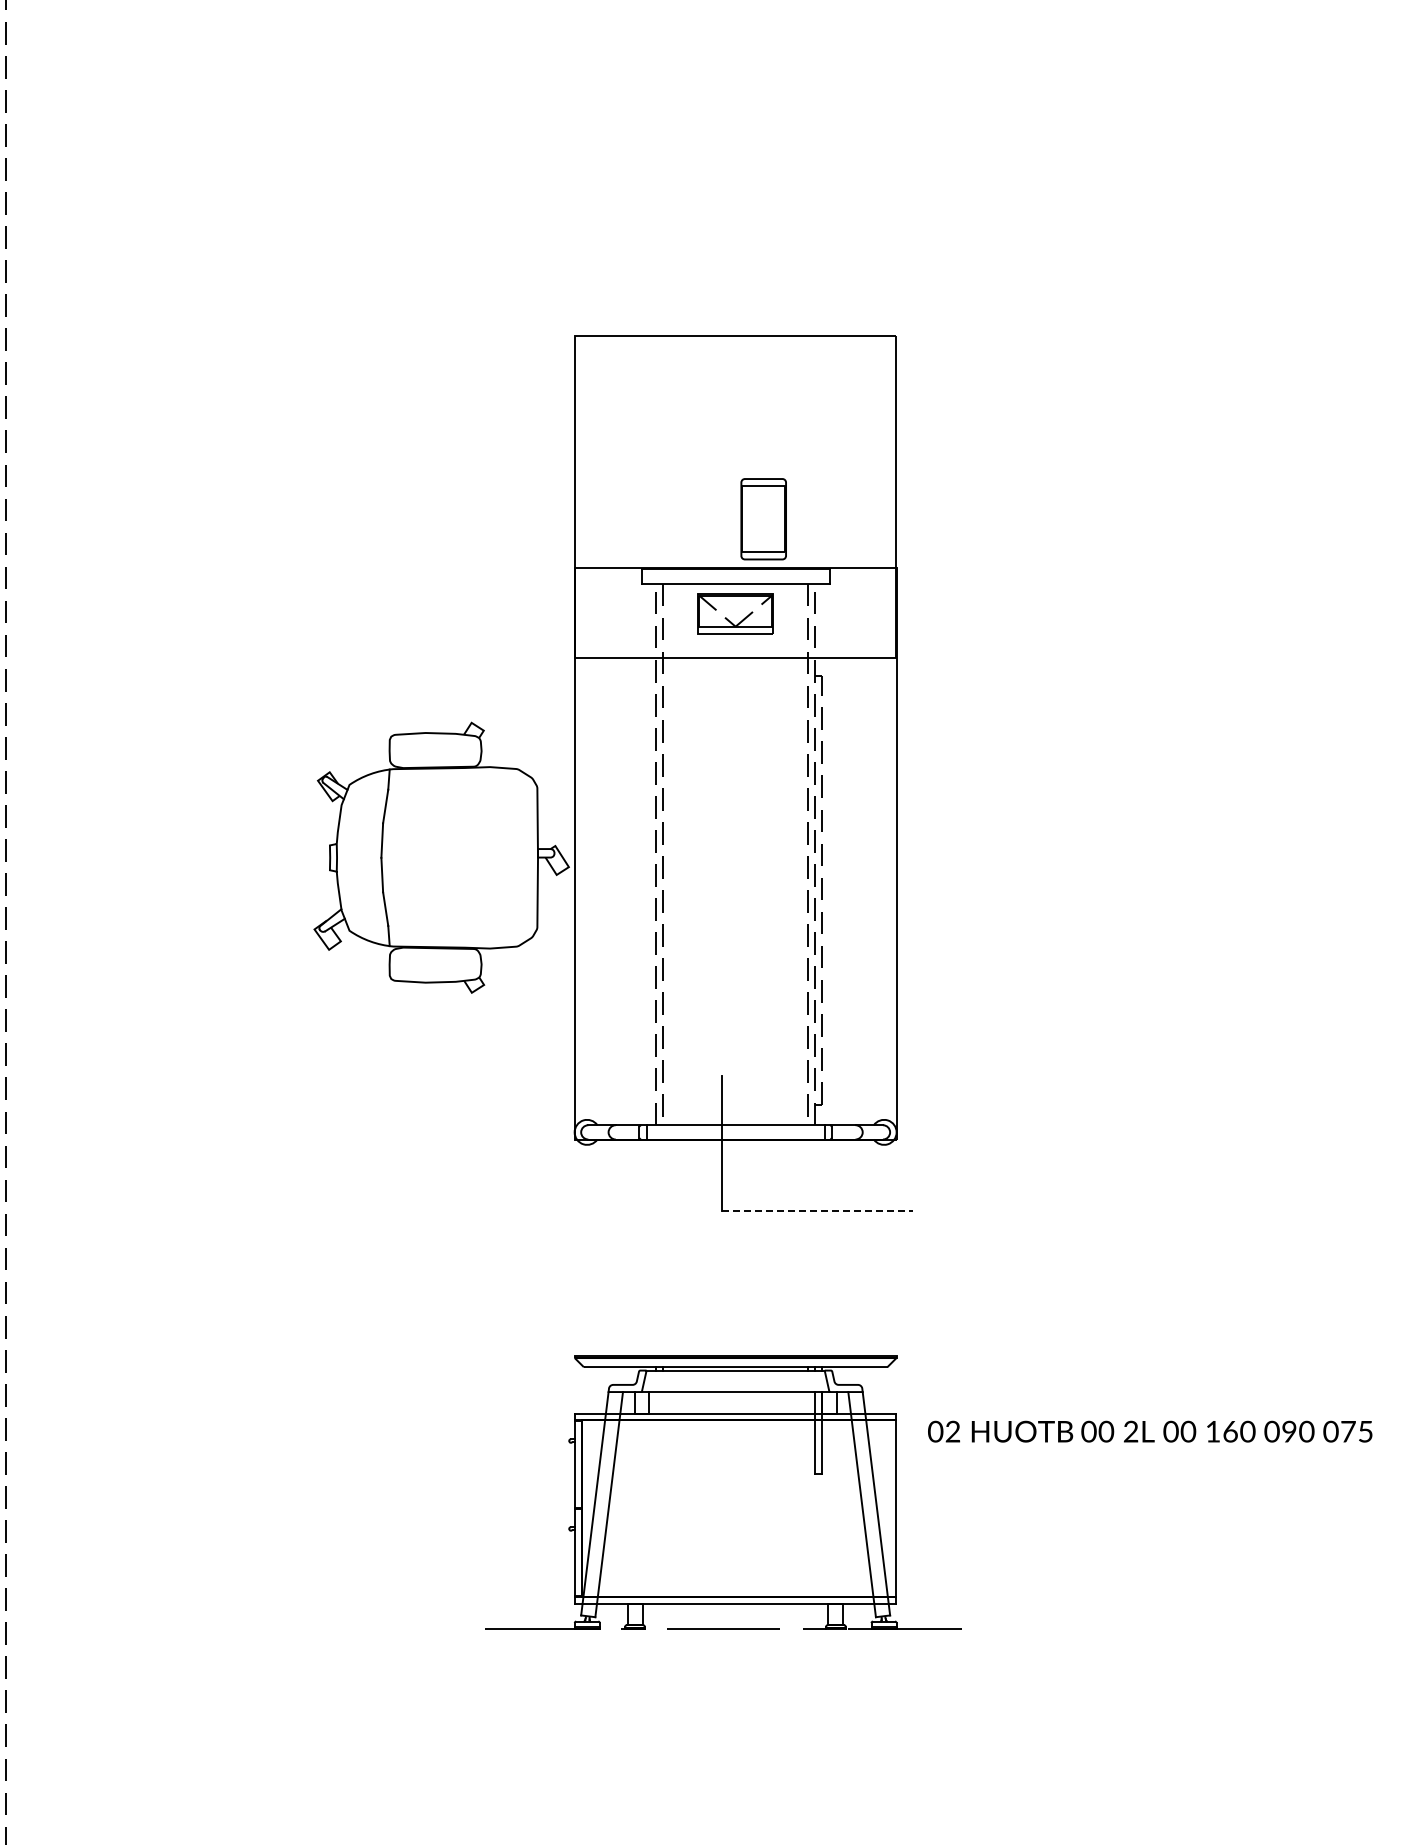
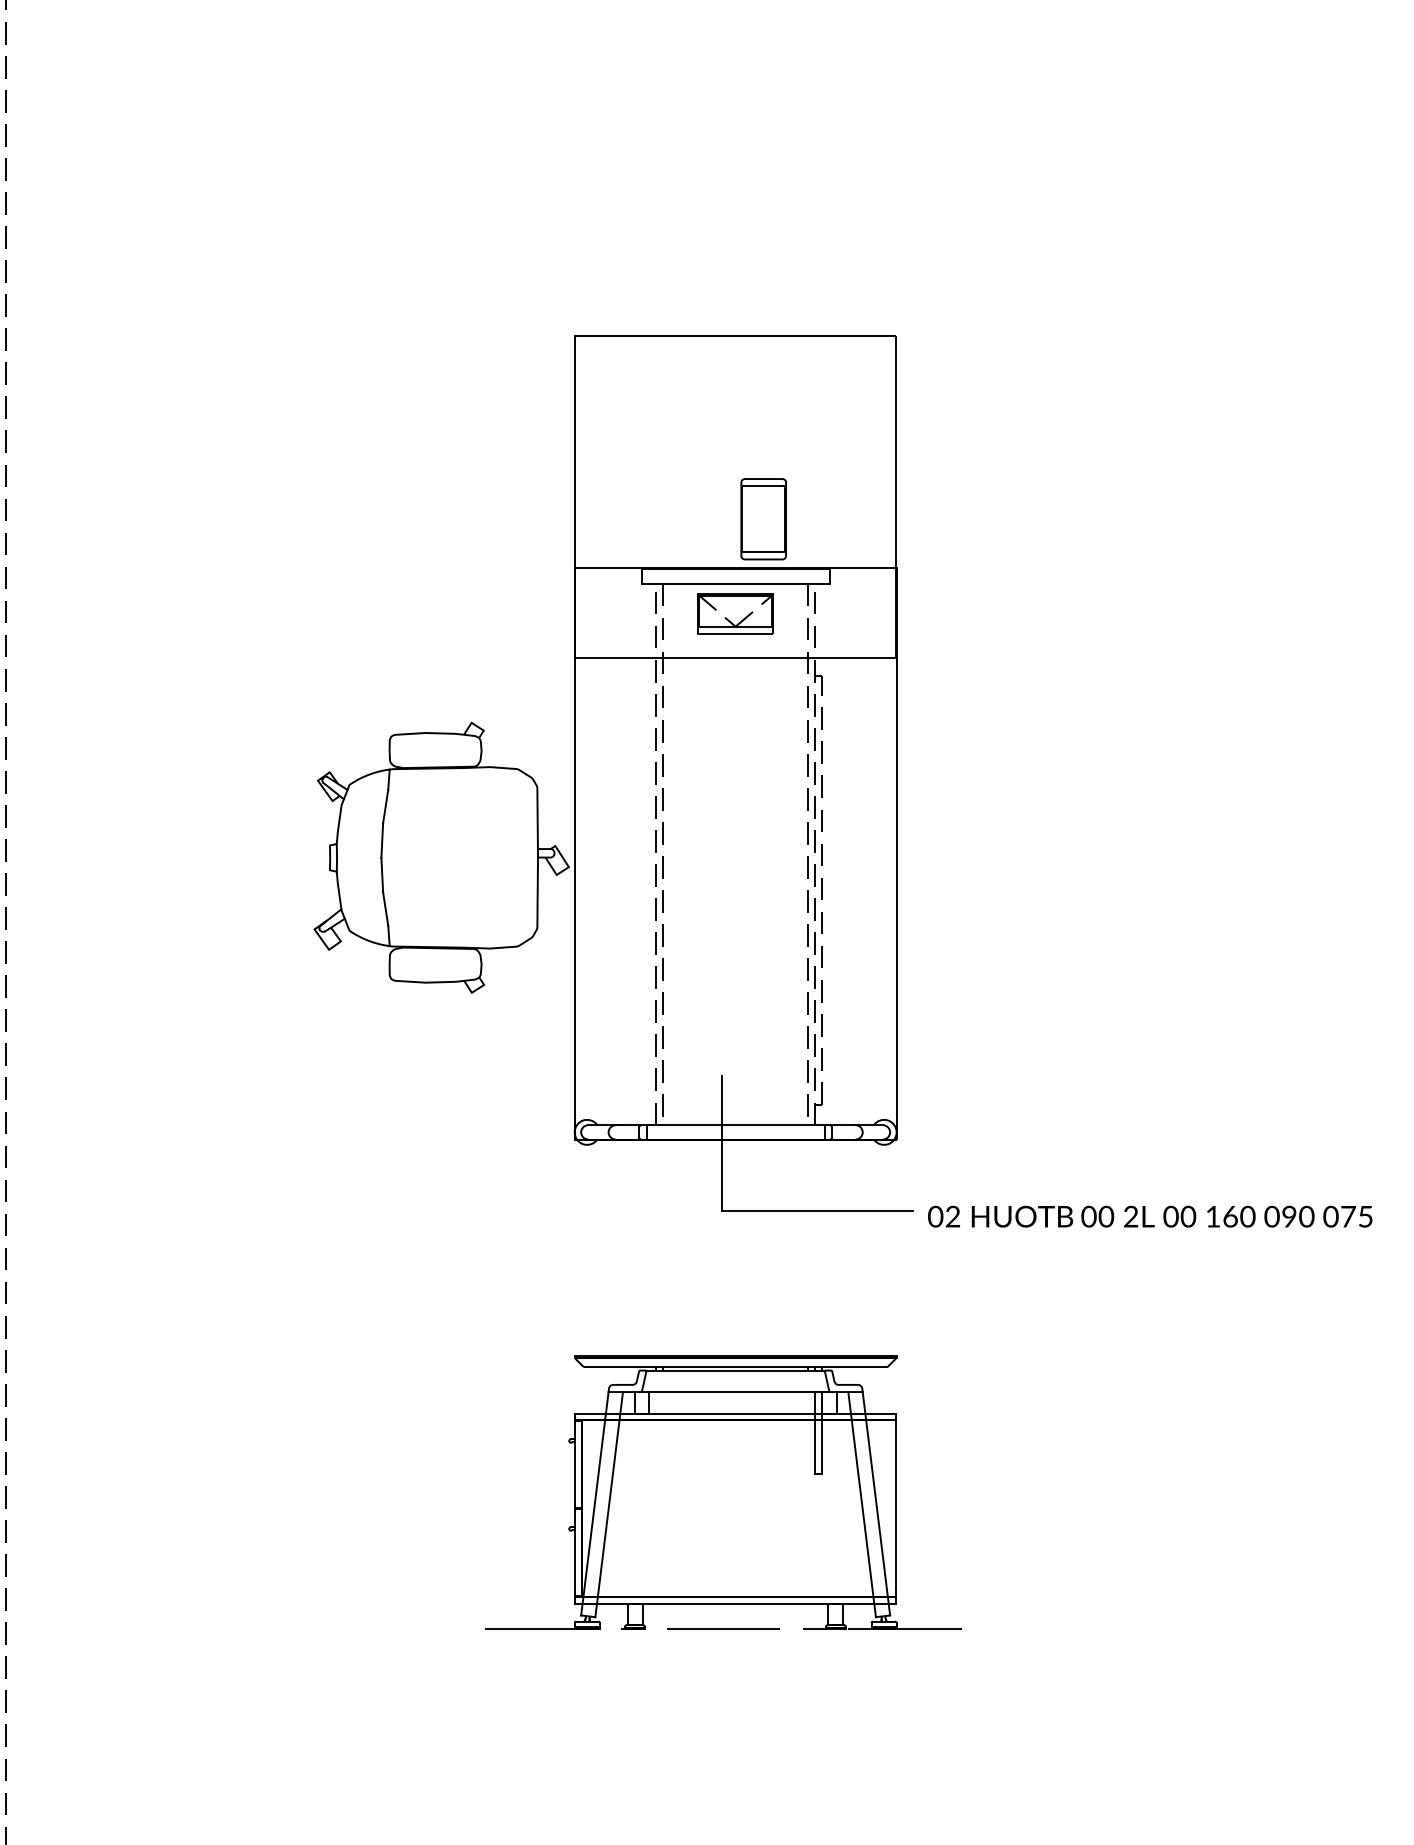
line at (817, 1211): dashed -> solid
text at (1150, 1431) position: (1150, 1431) -> (1150, 1216)
